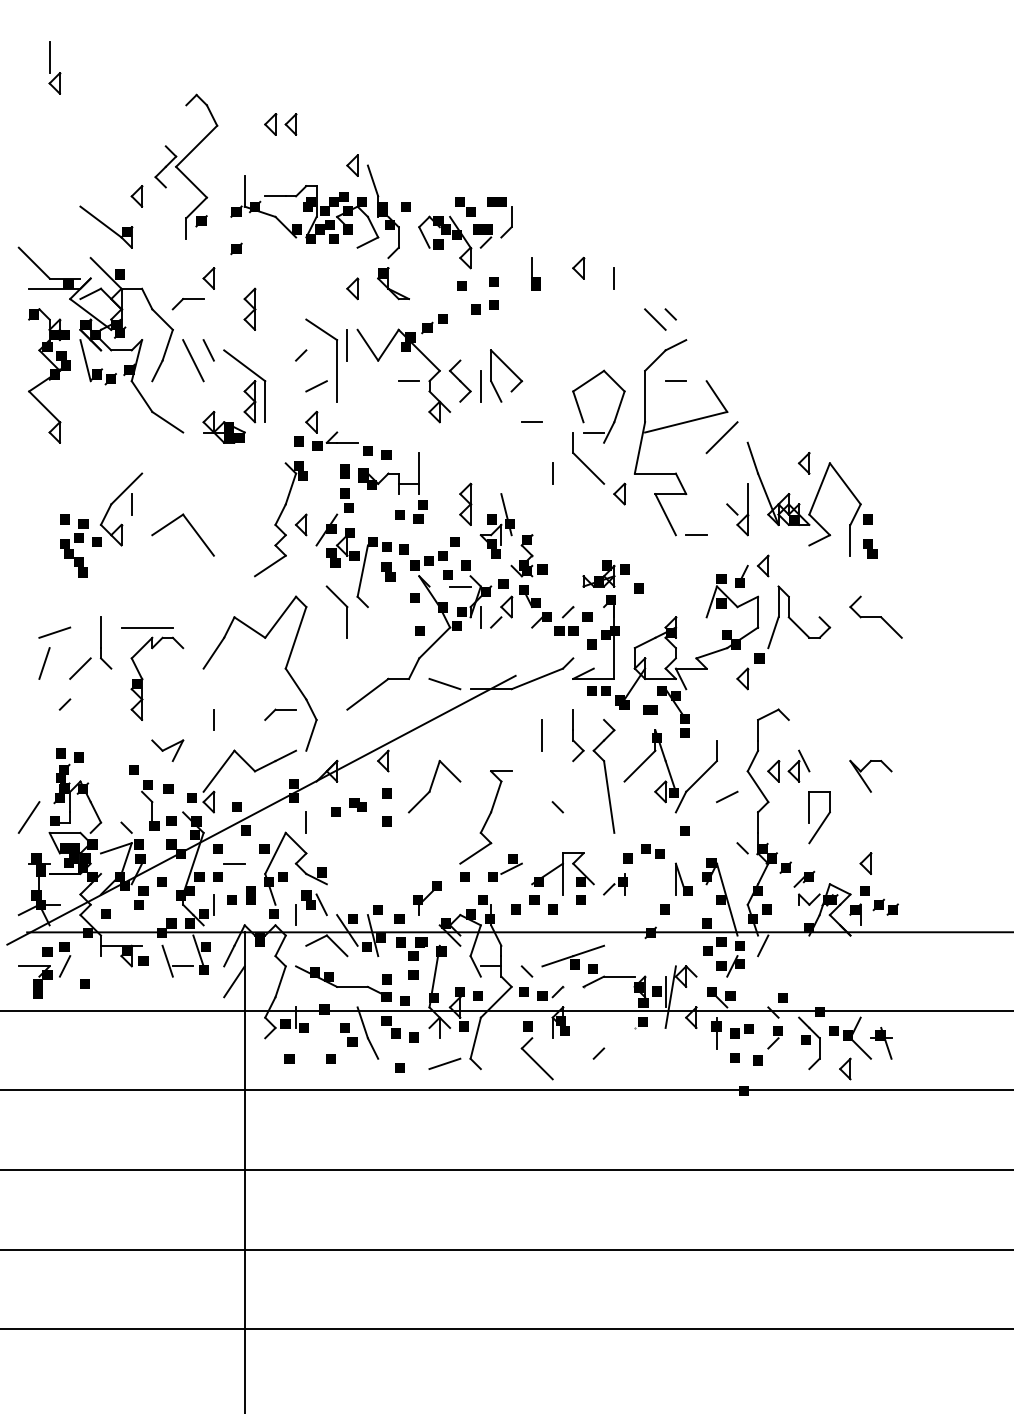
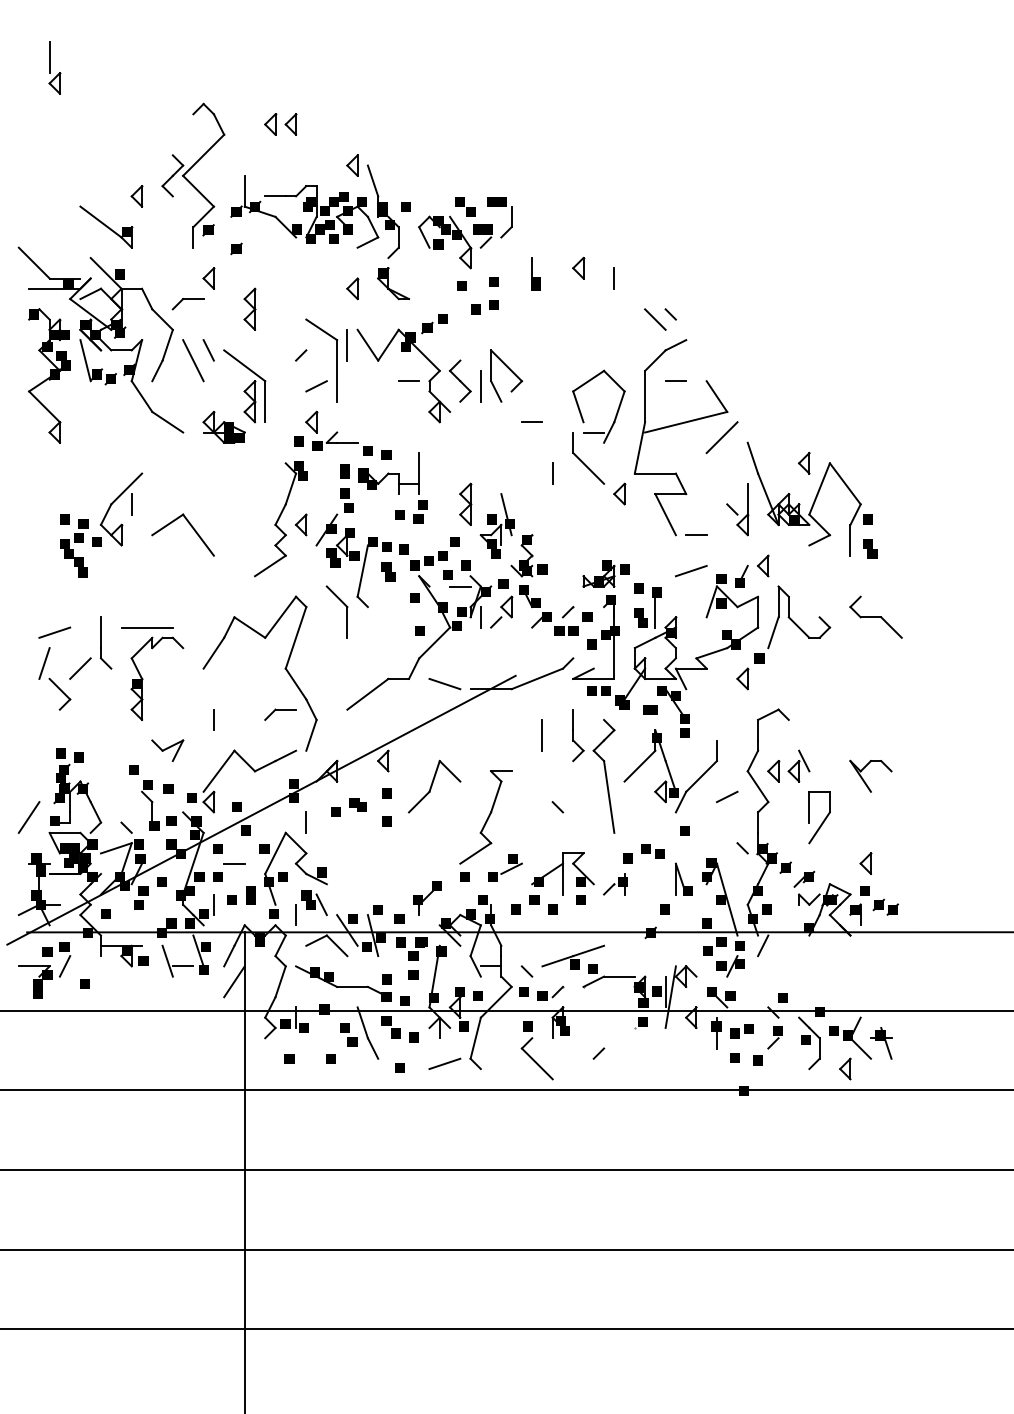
part at (182, 161) position: (182, 161) -> (189, 170)
line at (690, 570): none -> present
part at (647, 607): none -> present
line at (59, 688): none -> present
